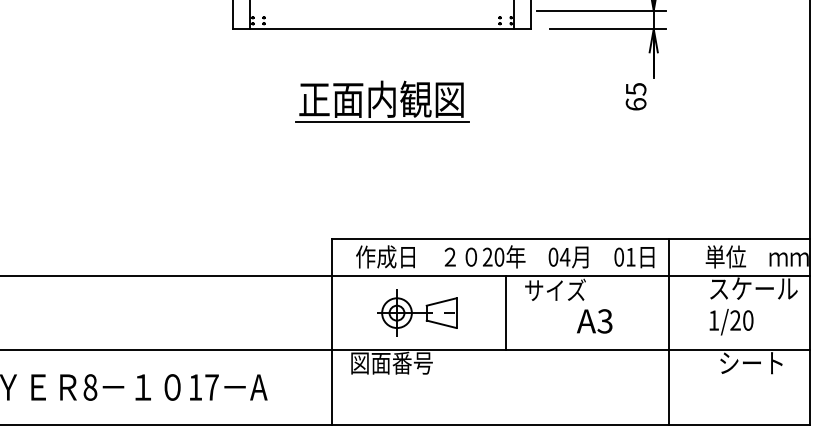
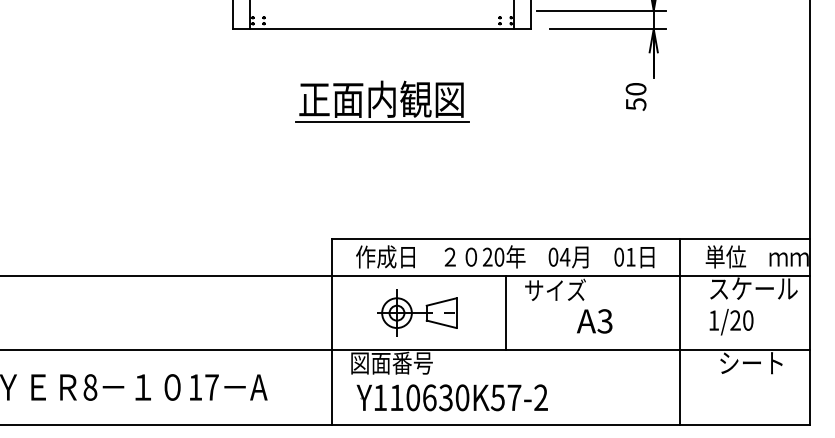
text at (635, 96): 65 -> 50
line at (668, 331) position: (668, 331) -> (679, 331)
part at (451, 397): none -> present
